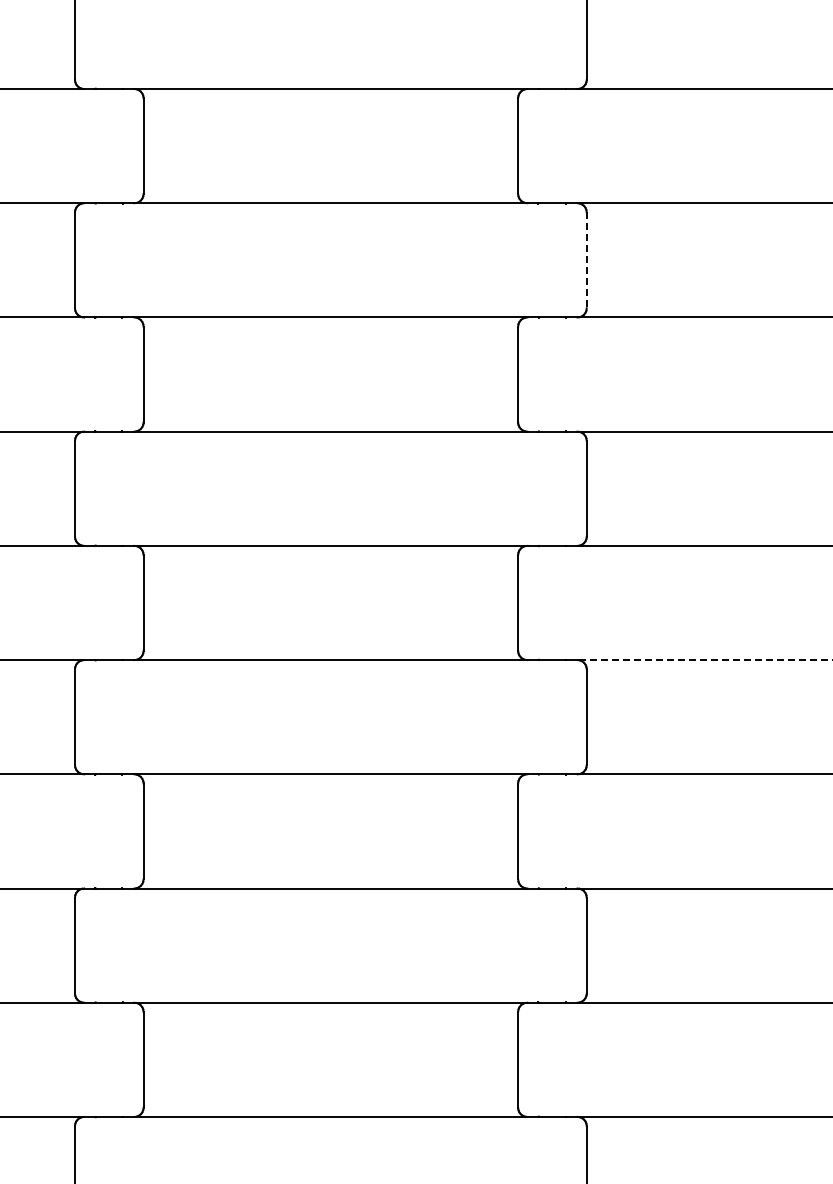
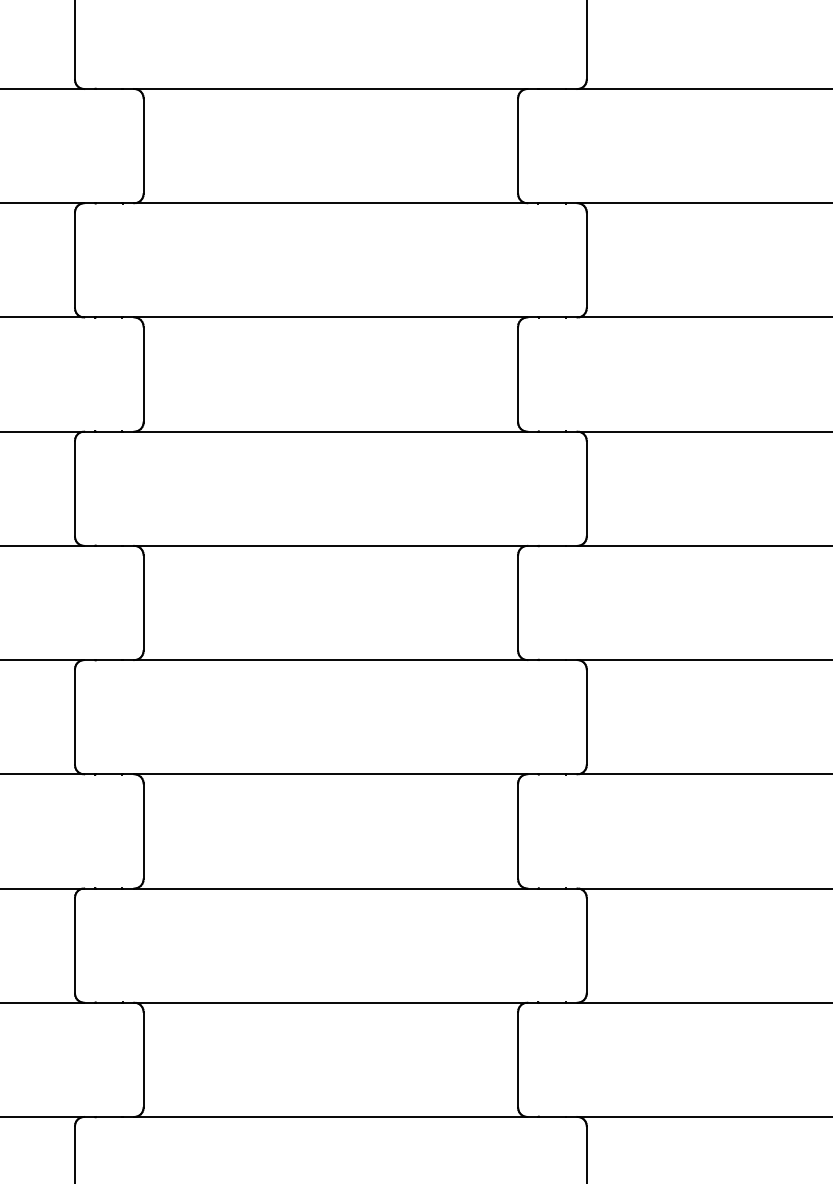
line at (586, 260): dashed -> solid
line at (705, 660): dashed -> solid
